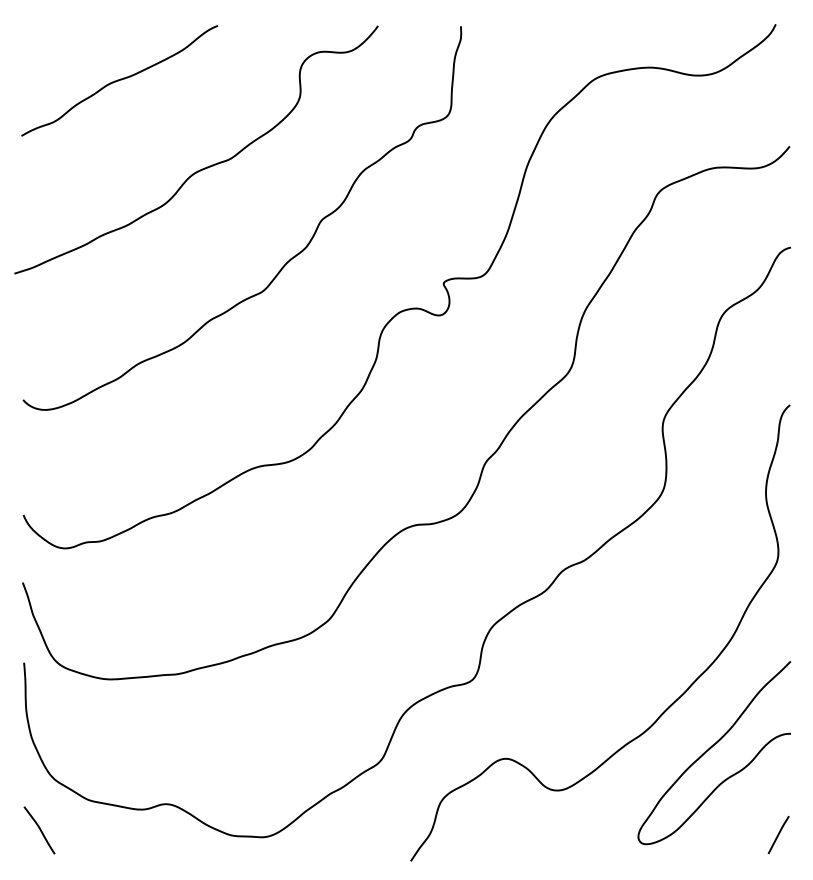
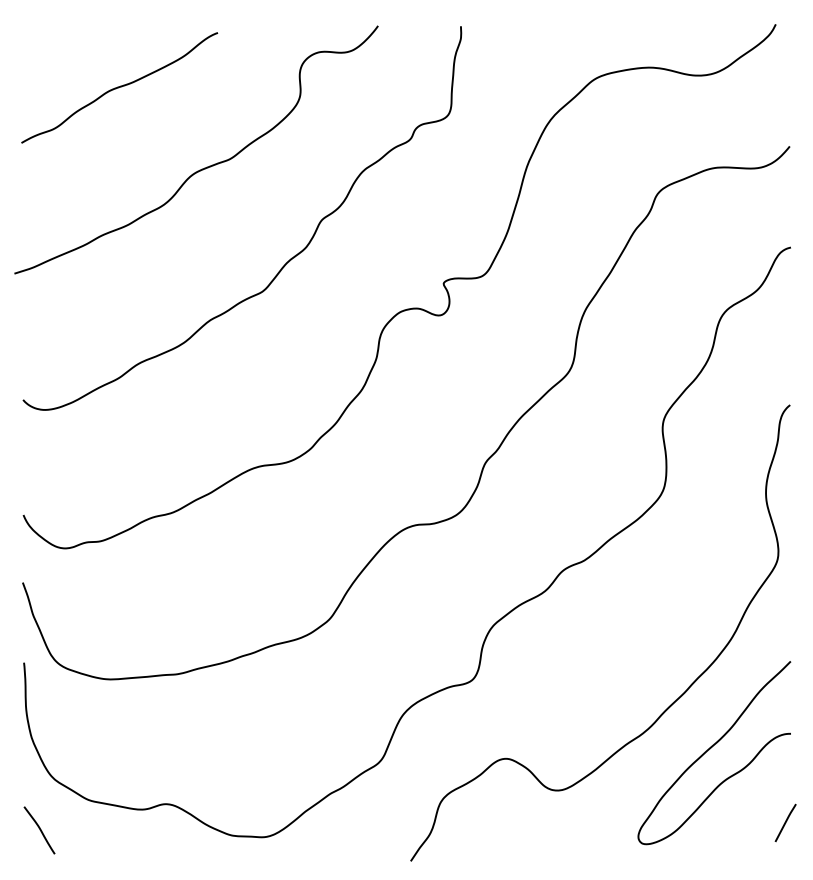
curve at (119, 80) position: (119, 80) -> (119, 87)
line at (778, 834) position: (778, 834) -> (785, 822)
